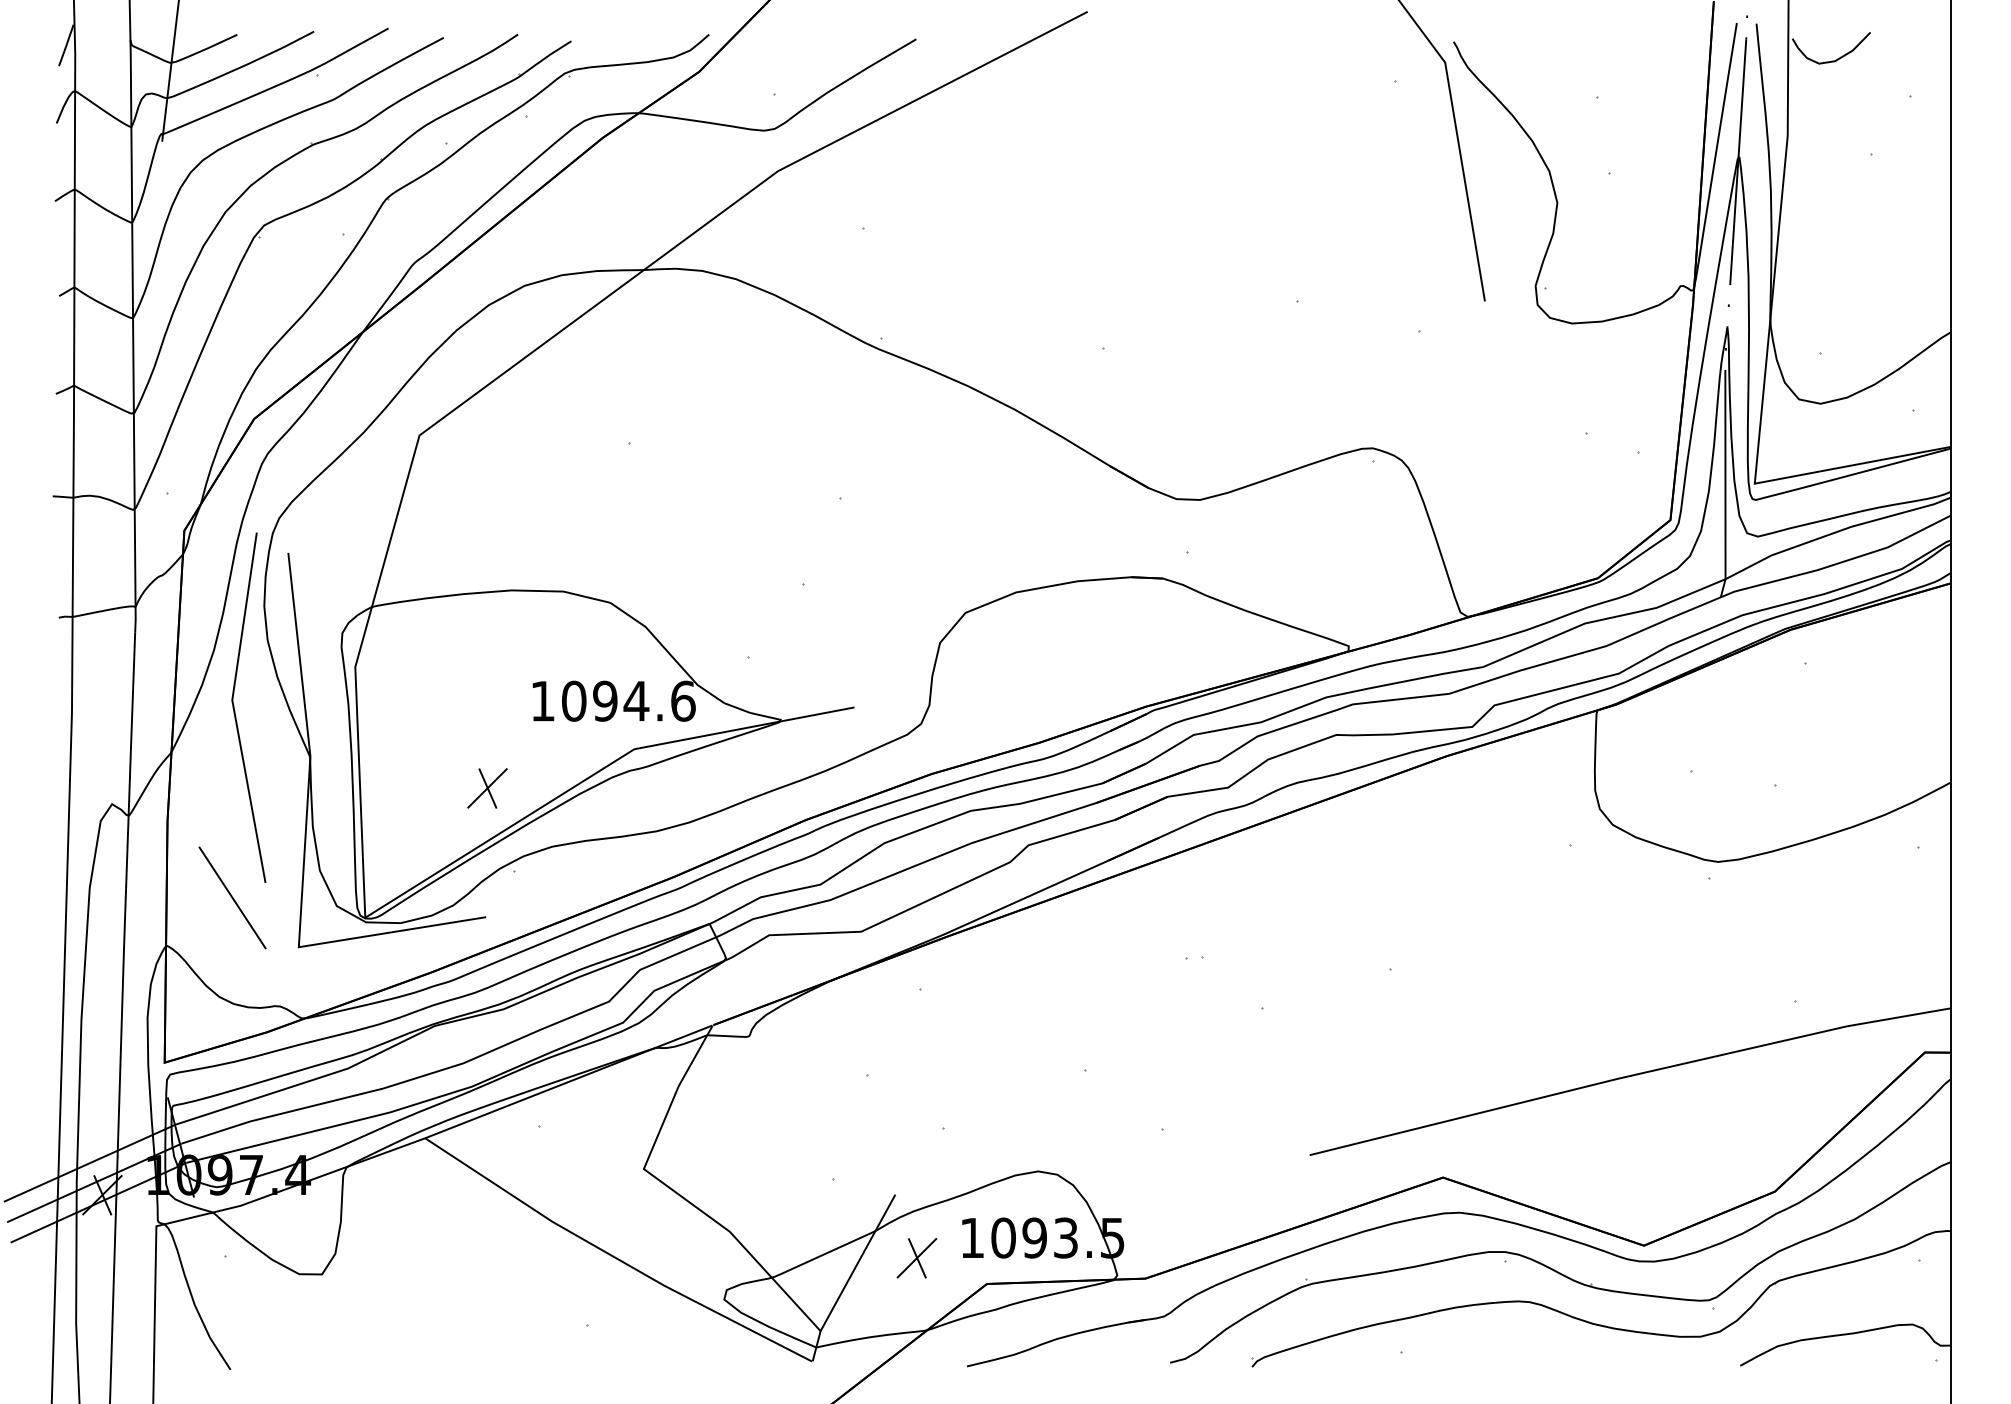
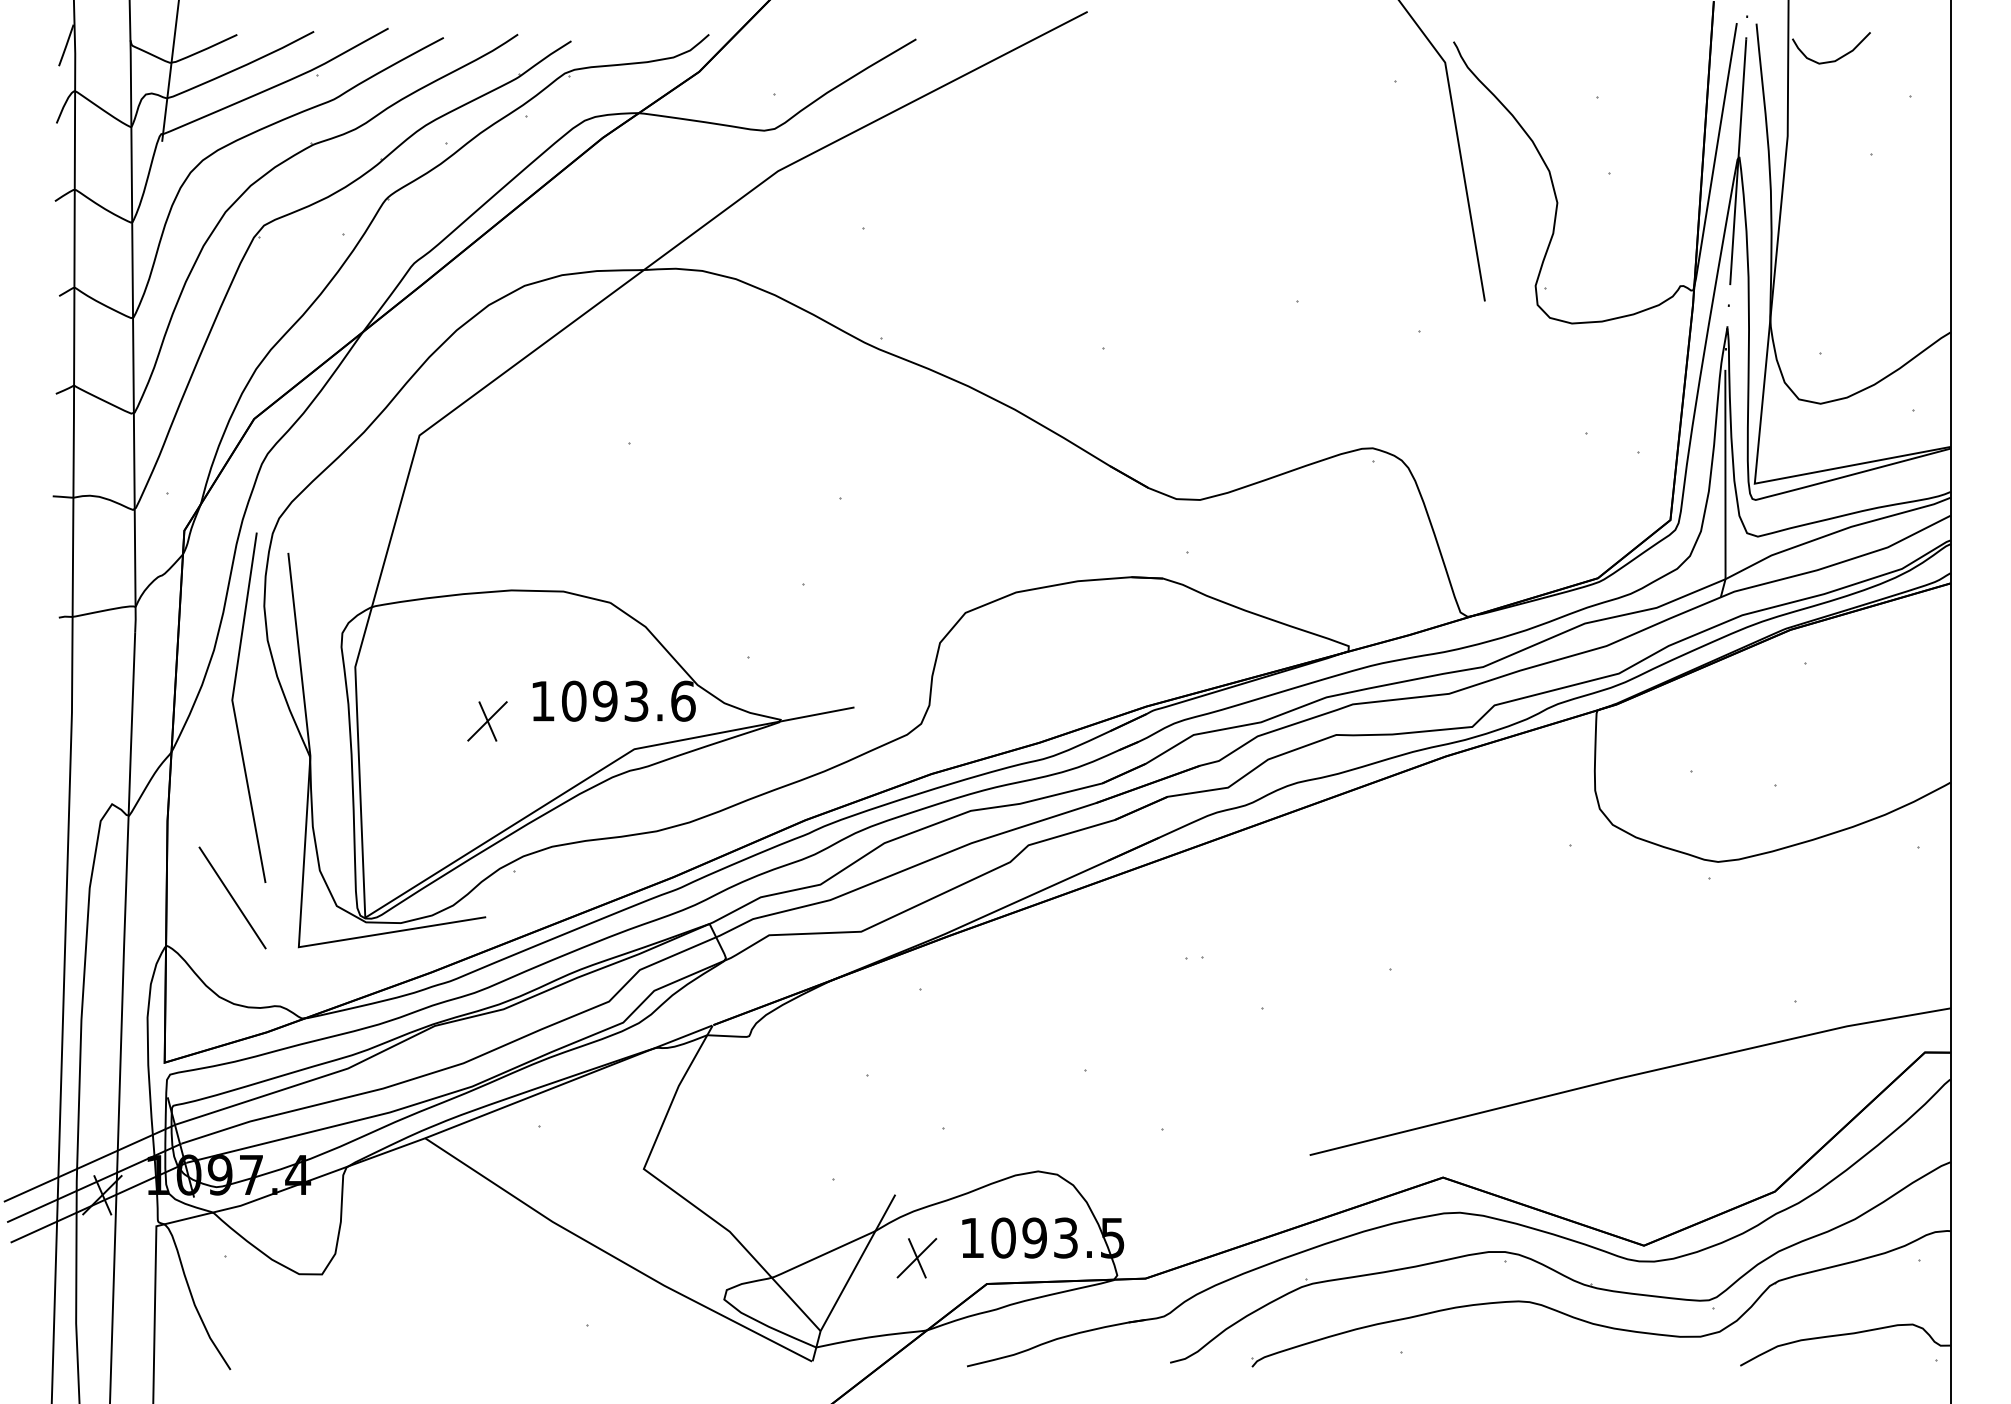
text at (636, 700): 1094.6 -> 1093.6
part at (487, 788) position: (487, 788) -> (487, 721)
